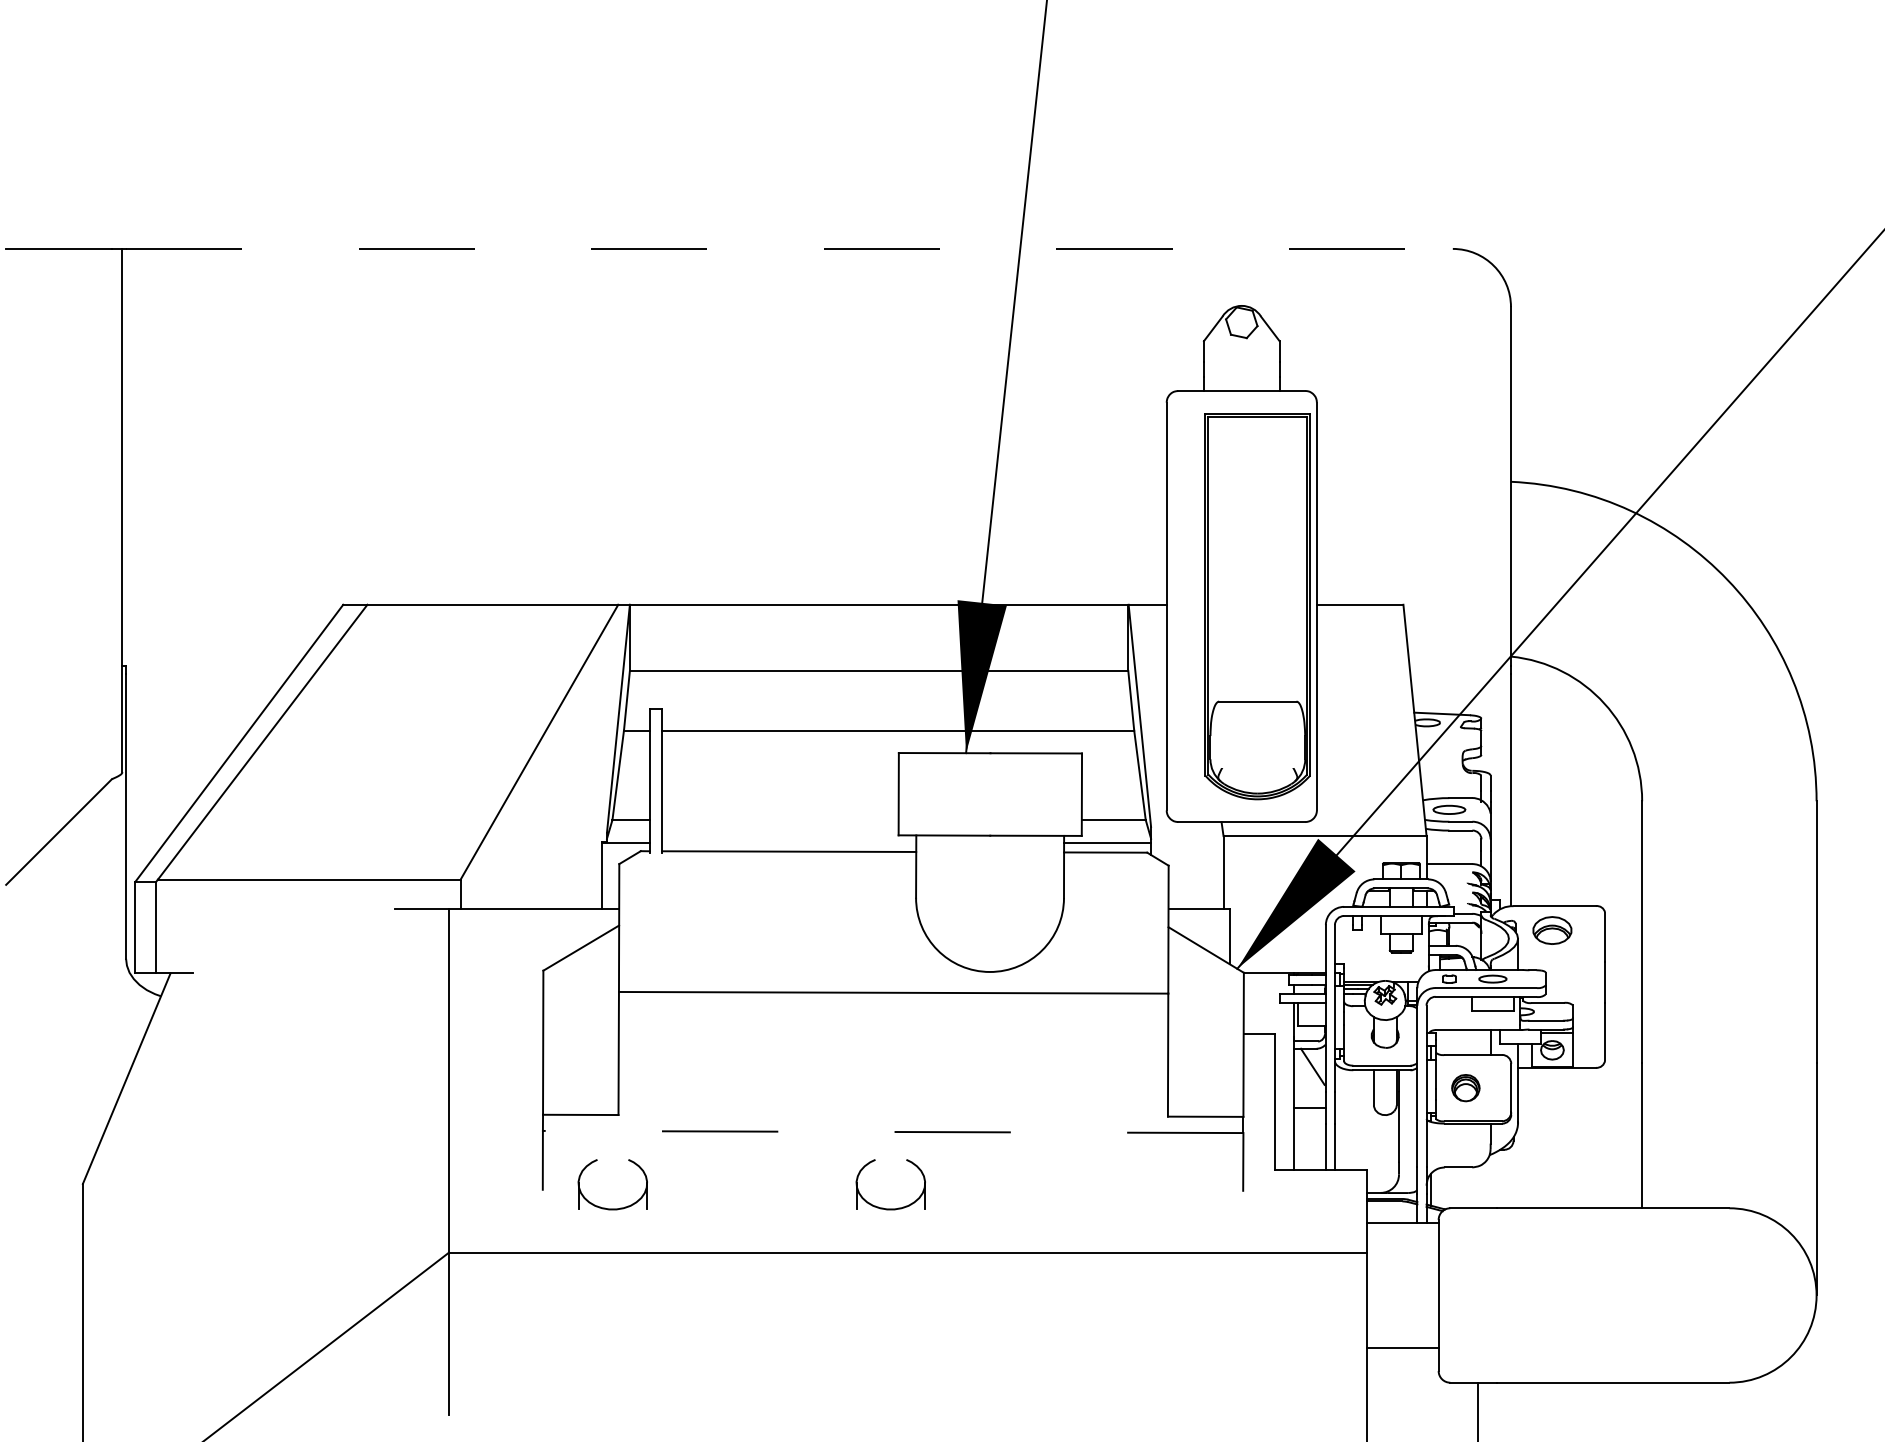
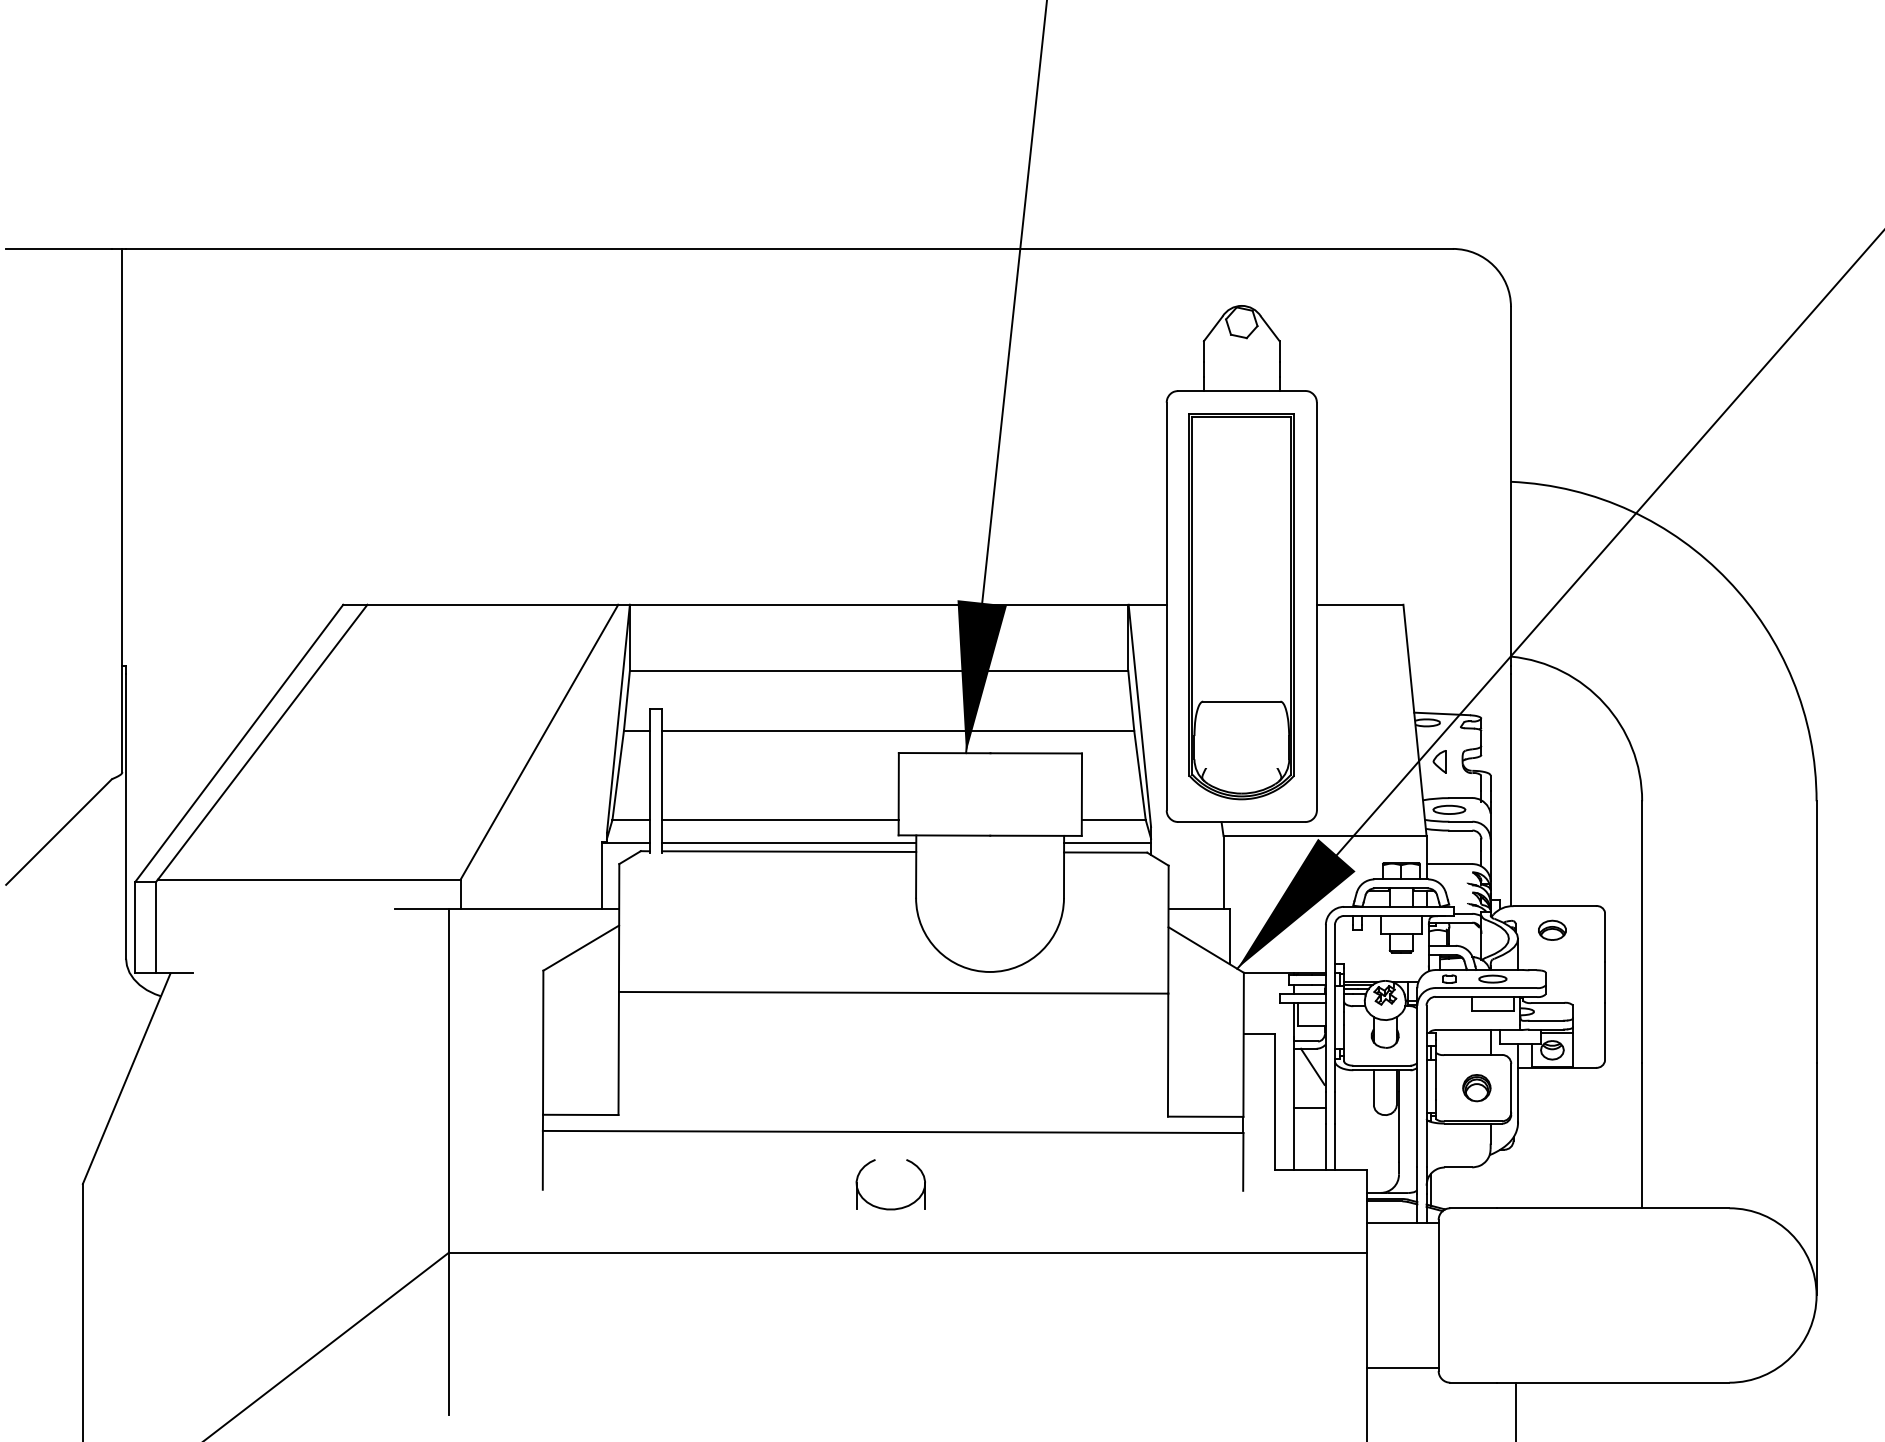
line at (789, 248): dashed -> solid
part at (1257, 606) position: (1257, 606) -> (1241, 606)
part at (1439, 761): none -> present
line at (780, 820): none -> present
line at (789, 842): none -> present
part at (1552, 930) size: 41x29 px -> 29x22 px
part at (1465, 1088) position: (1465, 1088) -> (1476, 1088)
line at (892, 1131): dashed -> solid
part at (612, 1208): present -> none
line at (1402, 1348) position: (1402, 1348) -> (1402, 1368)
line at (1477, 1410) position: (1477, 1410) -> (1515, 1410)
